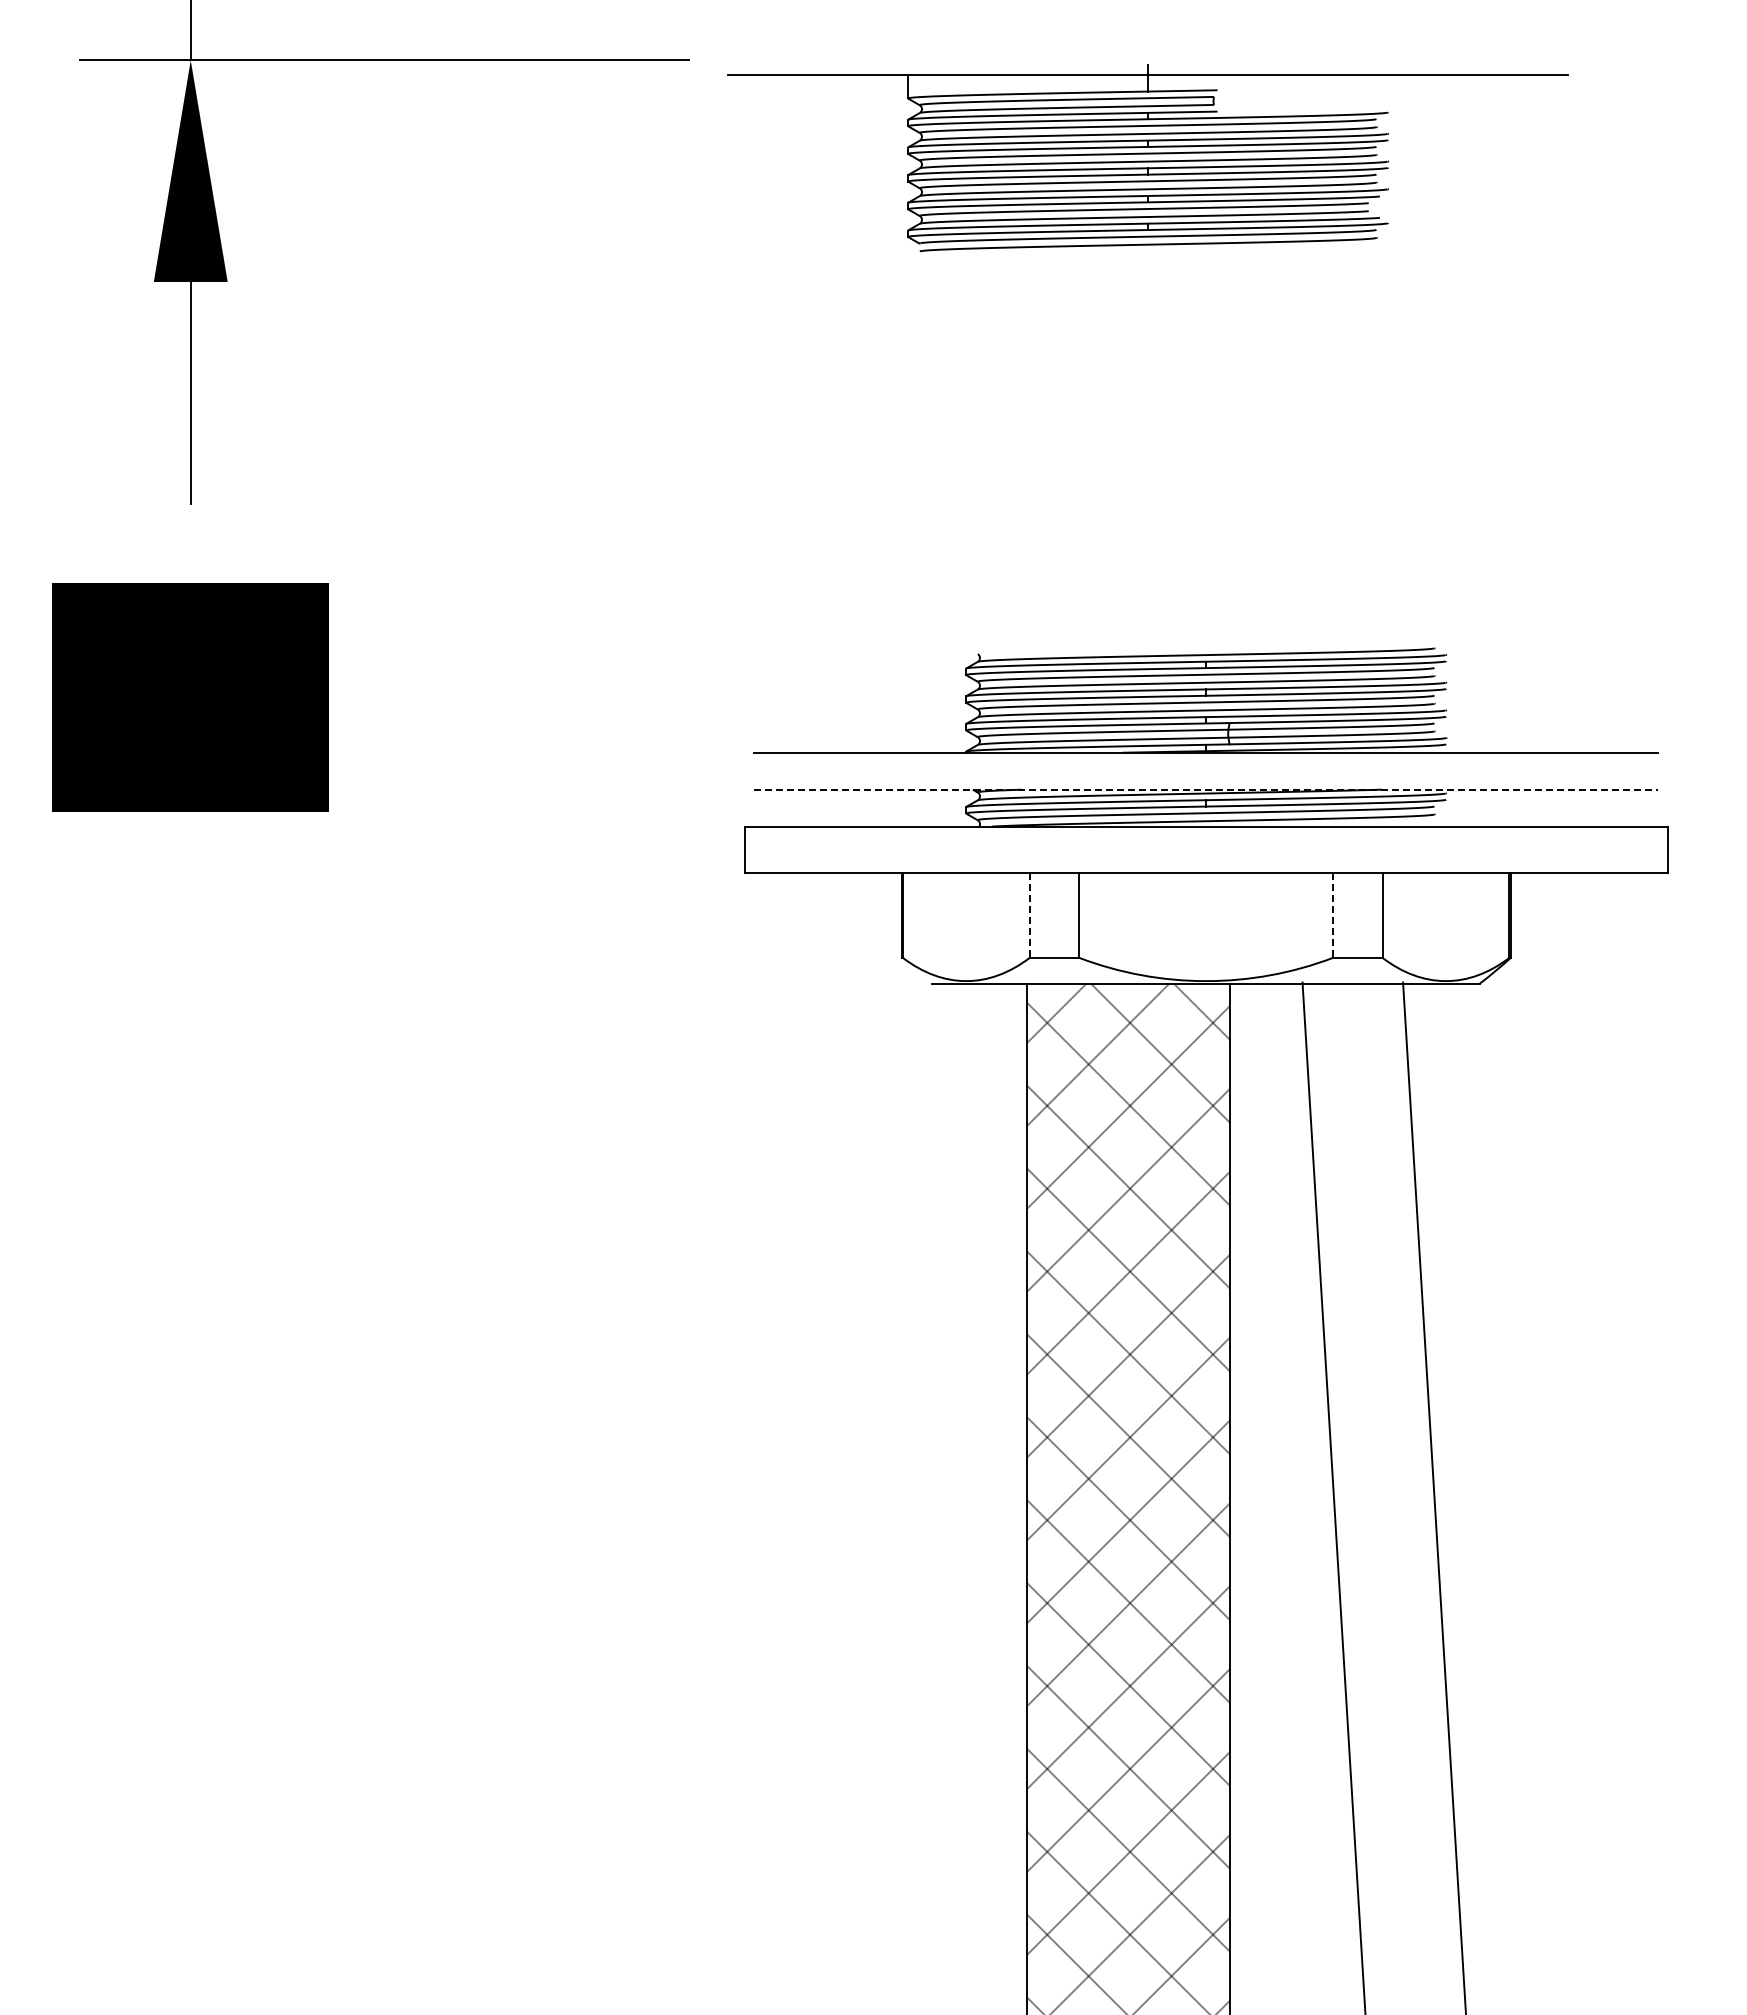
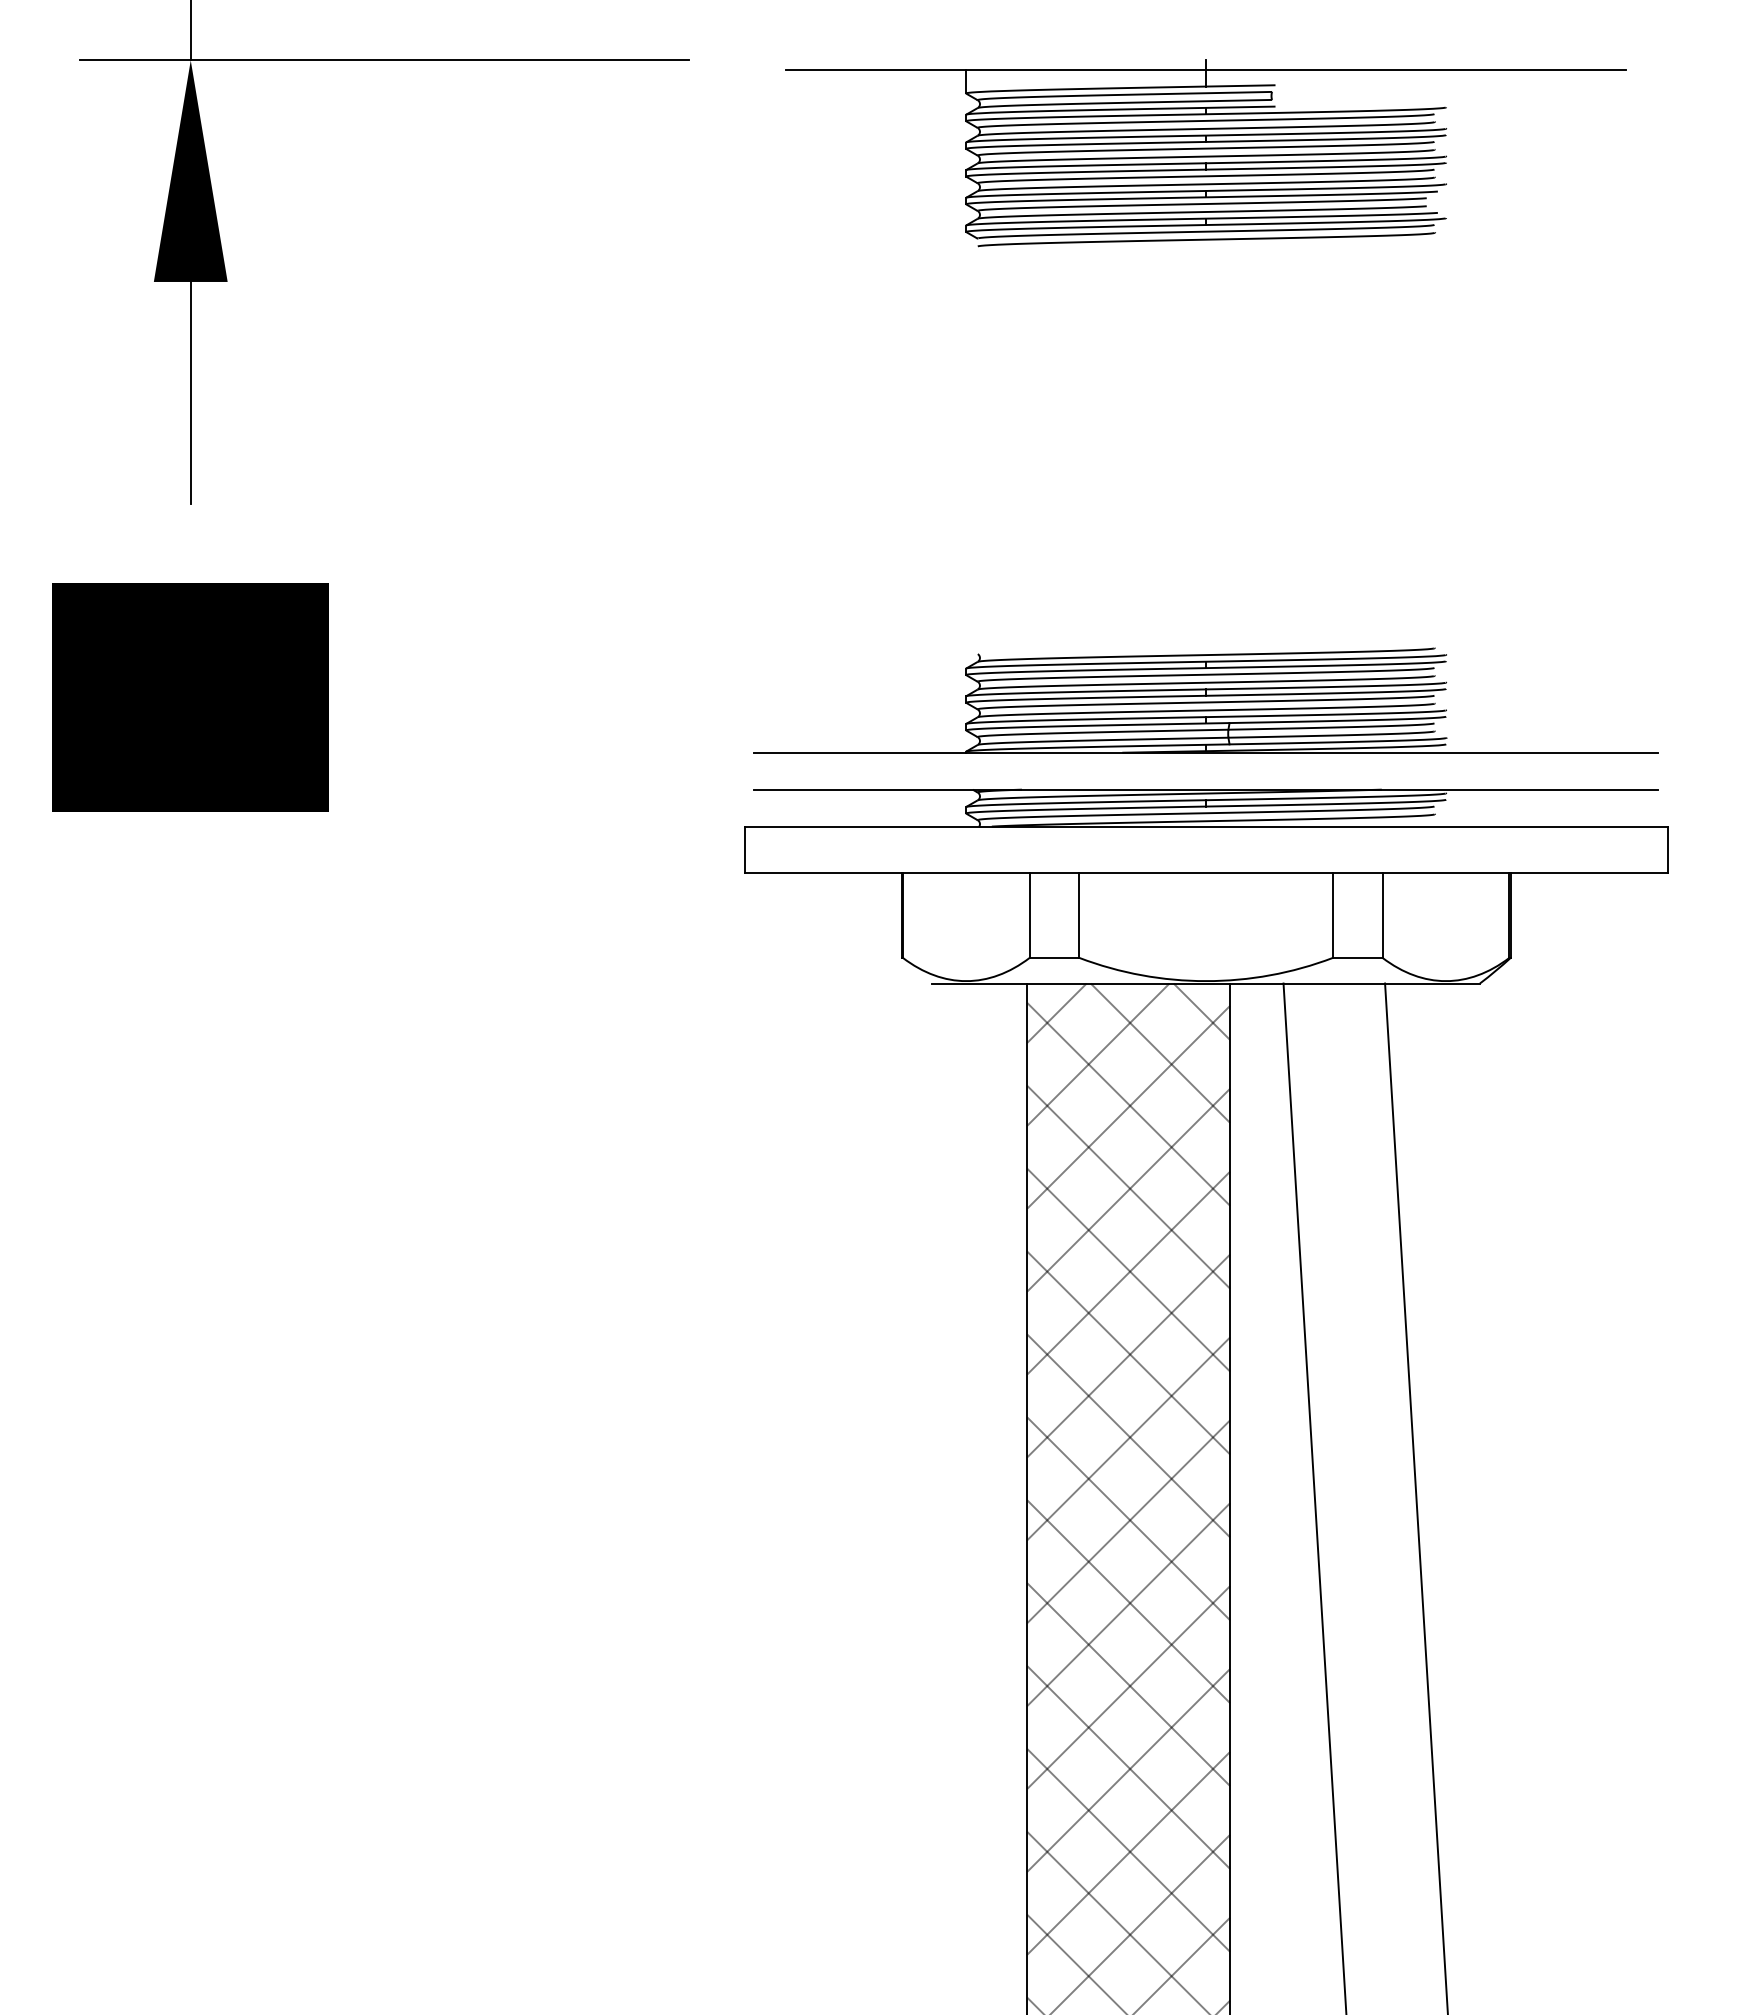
part at (1147, 158) position: (1147, 158) -> (1205, 153)
line at (1206, 789): dashed -> solid
line at (1029, 915): dashed -> solid
line at (1333, 915): dashed -> solid
line at (1333, 1496) position: (1333, 1496) -> (1314, 1497)
line at (1434, 1496) position: (1434, 1496) -> (1416, 1497)
